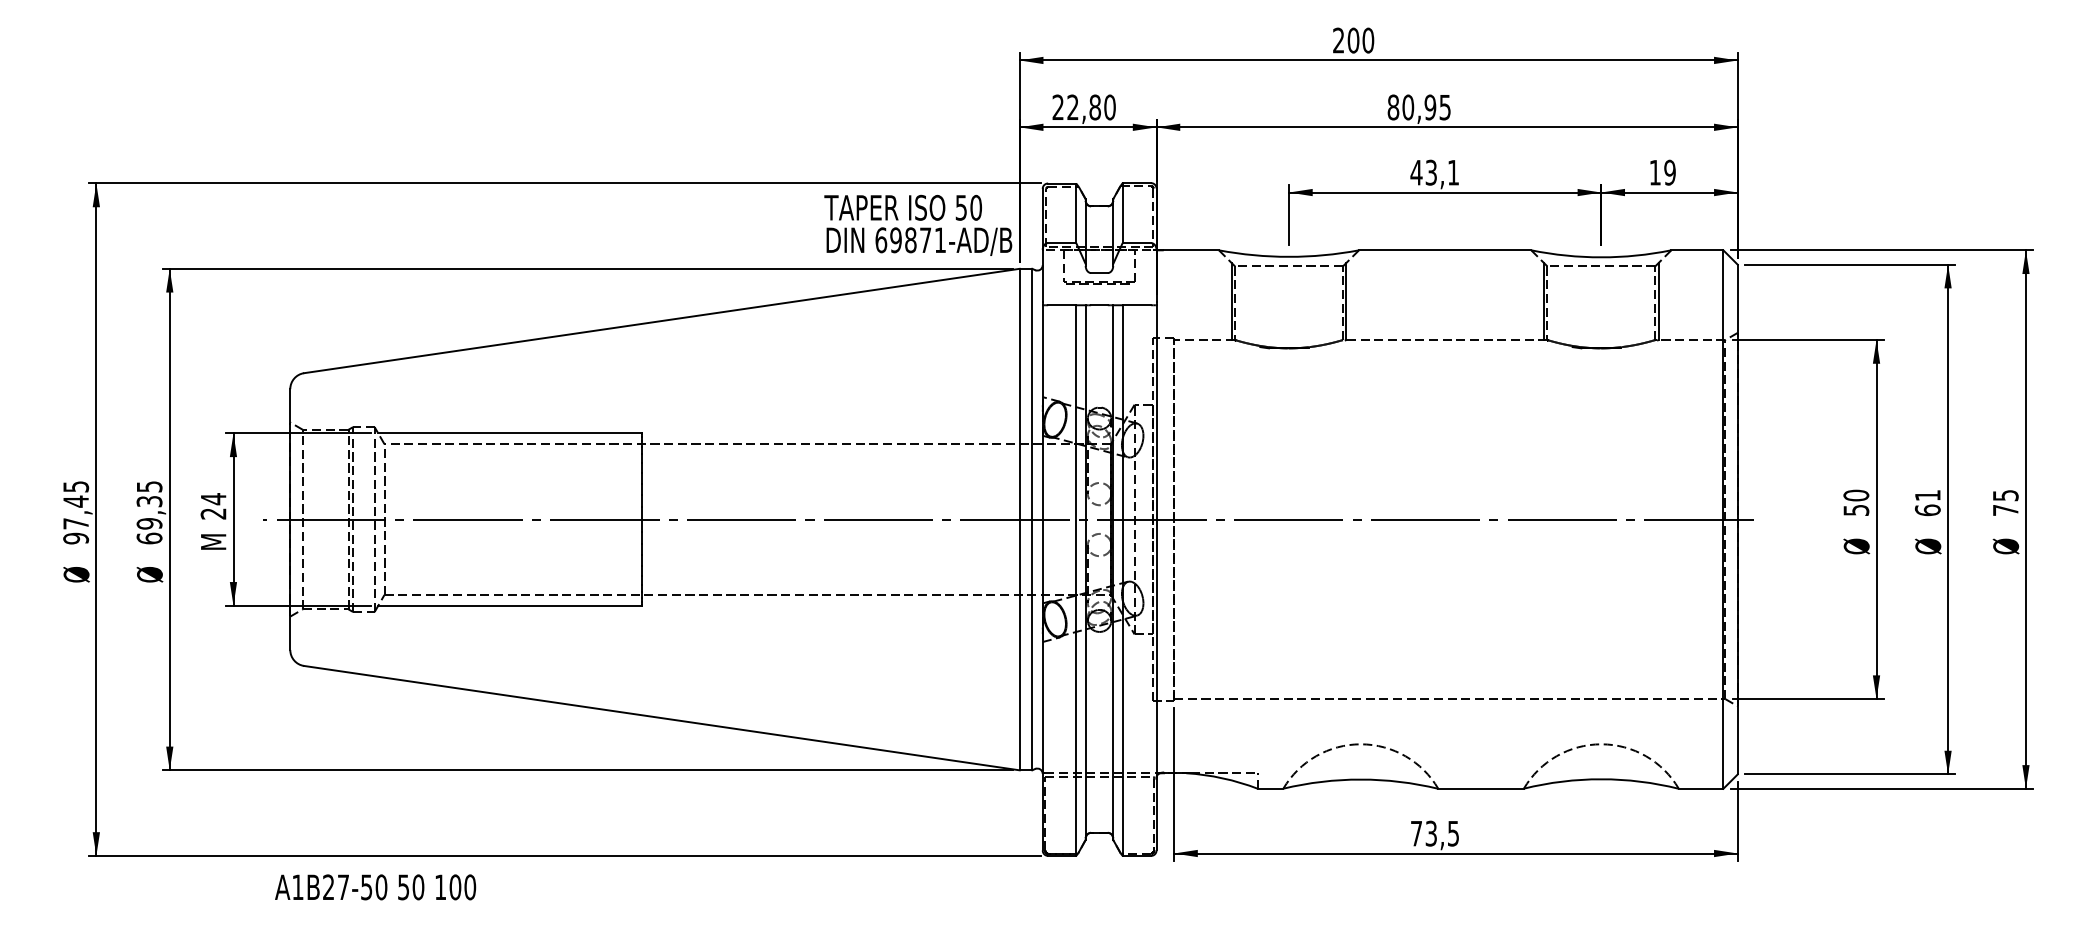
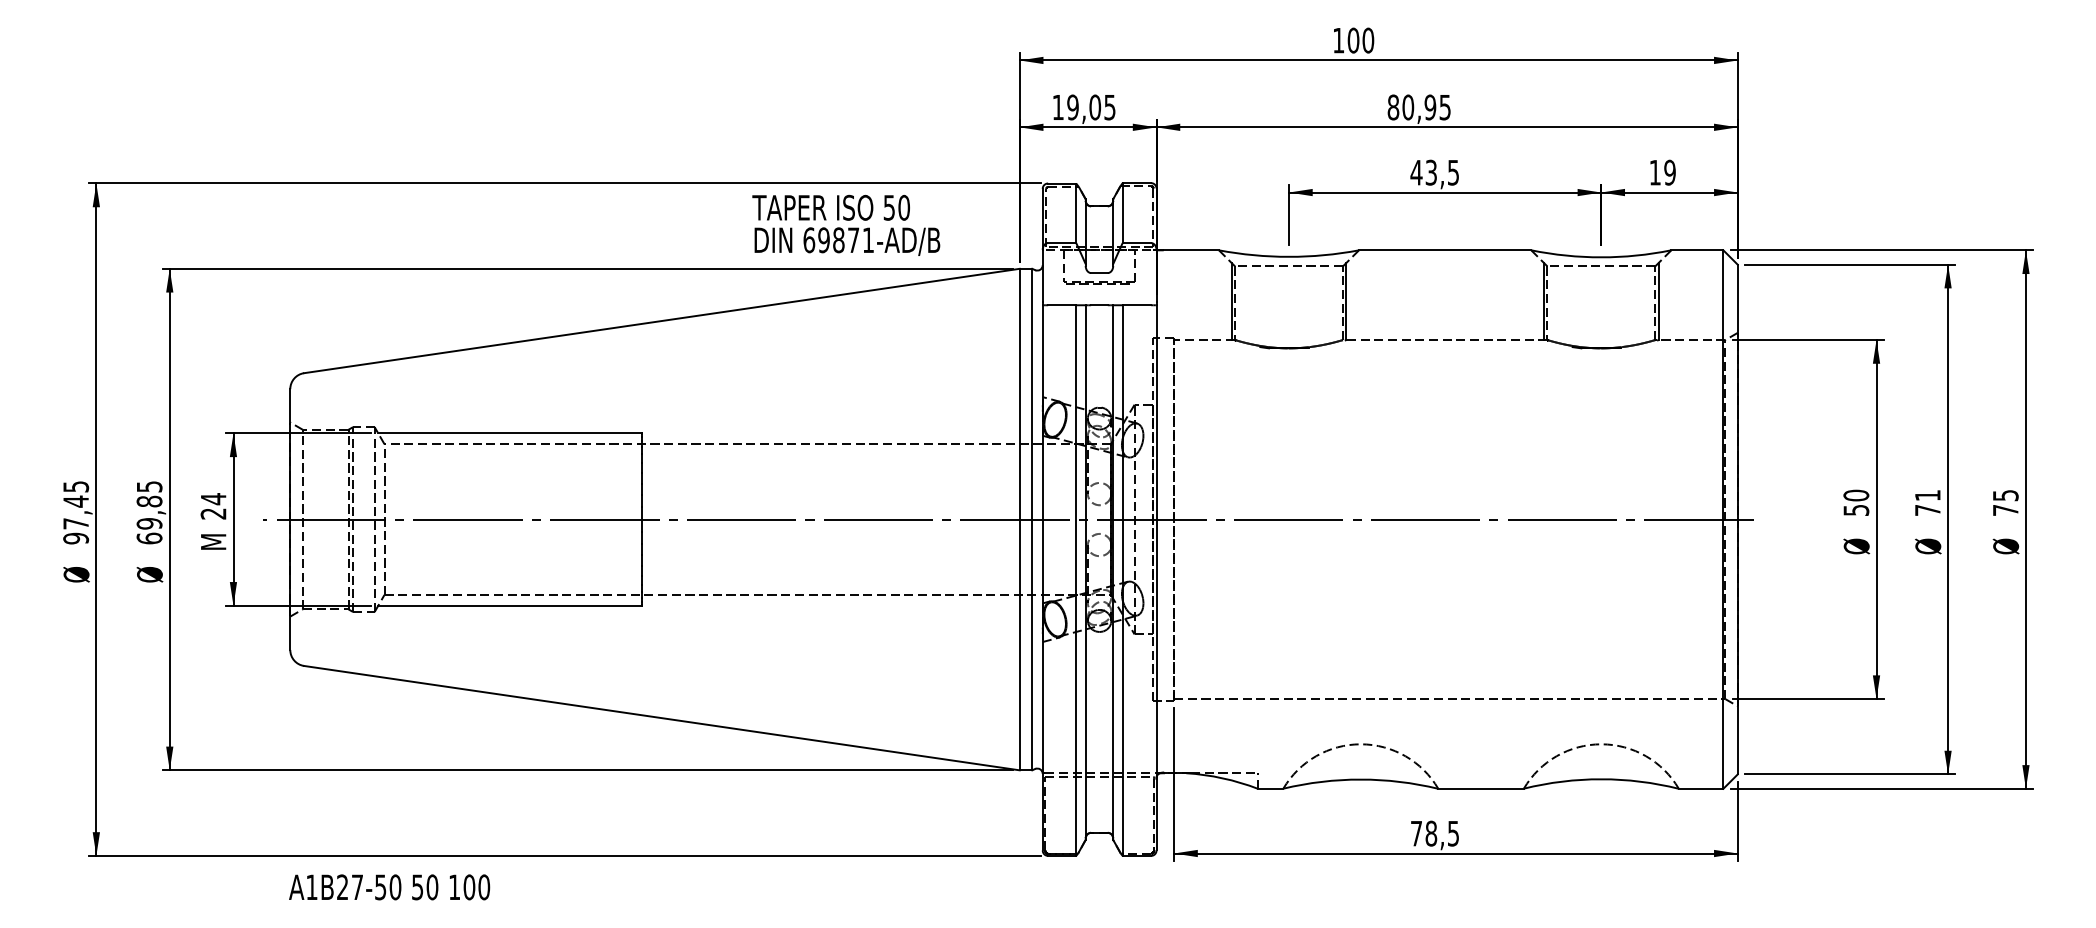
text at (1338, 40): 200 -> 100
text at (1083, 107): 22,80 -> 19,05
text at (1453, 172): 43,1 -> 43,5
text at (918, 224) position: (918, 224) -> (846, 224)
text at (149, 501): 69,35 -> 69,85
text at (1927, 510): 61 -> 71
text at (1431, 833): 73,5 -> 78,5
text at (375, 887) position: (375, 887) -> (389, 887)
